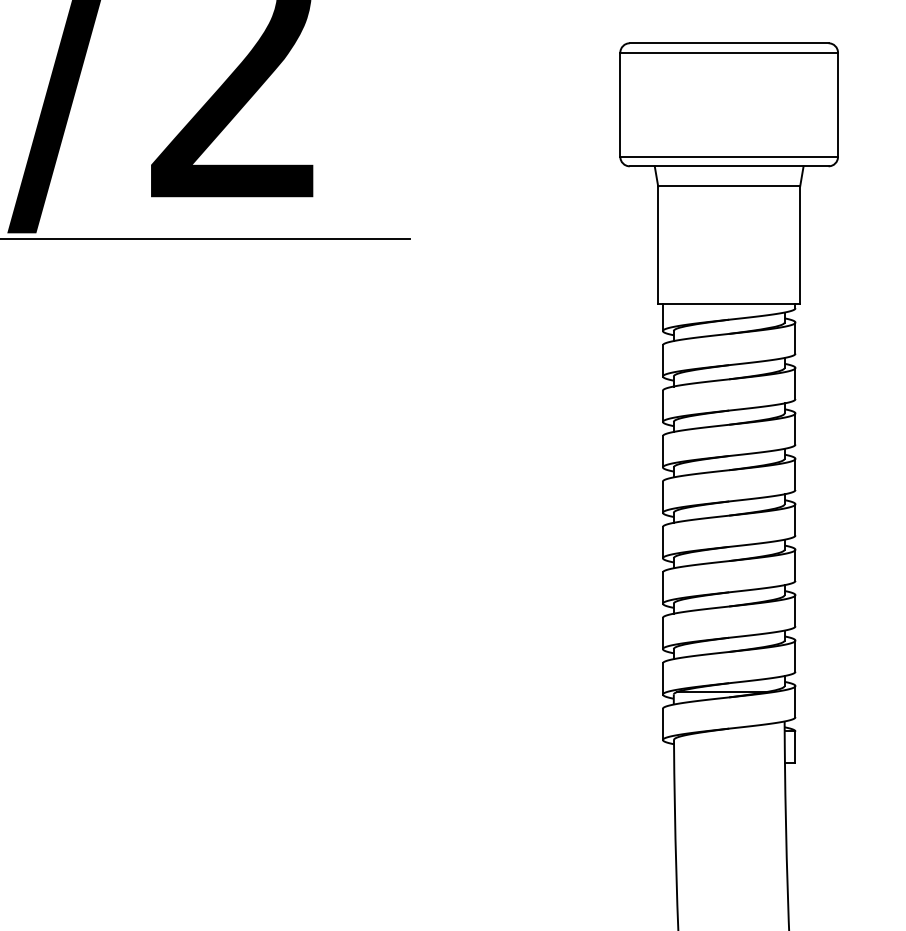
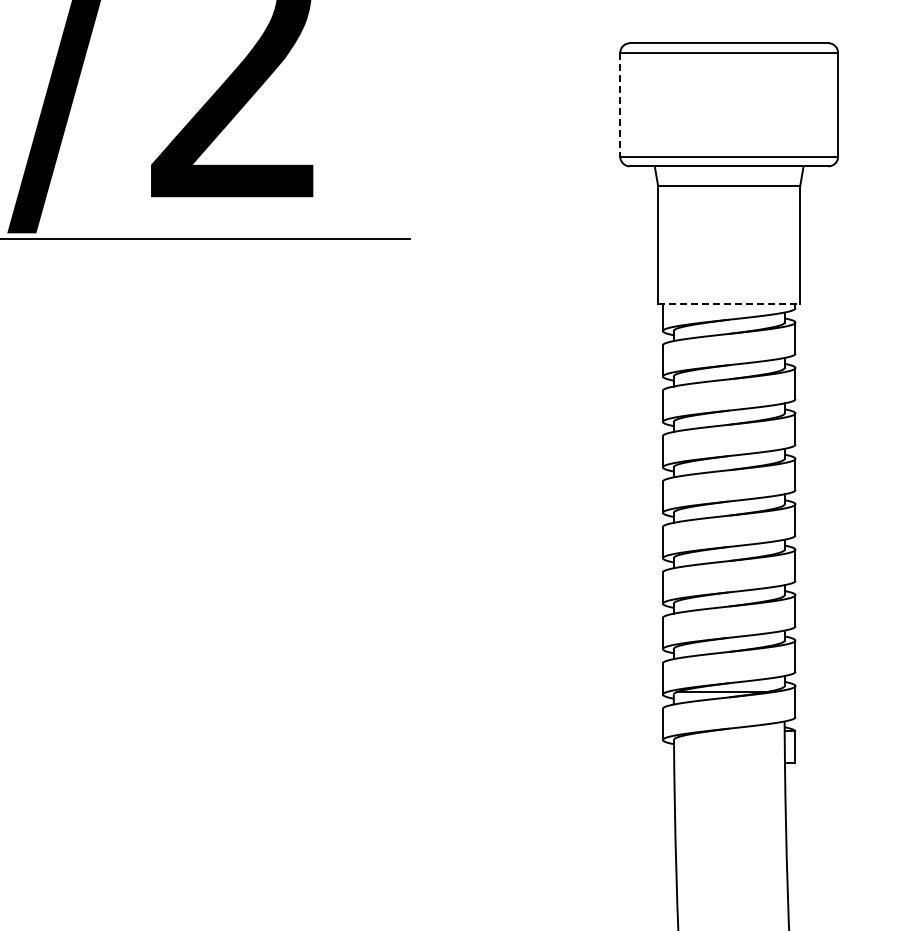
line at (620, 105): solid -> dashed
line at (729, 303): solid -> dashed
